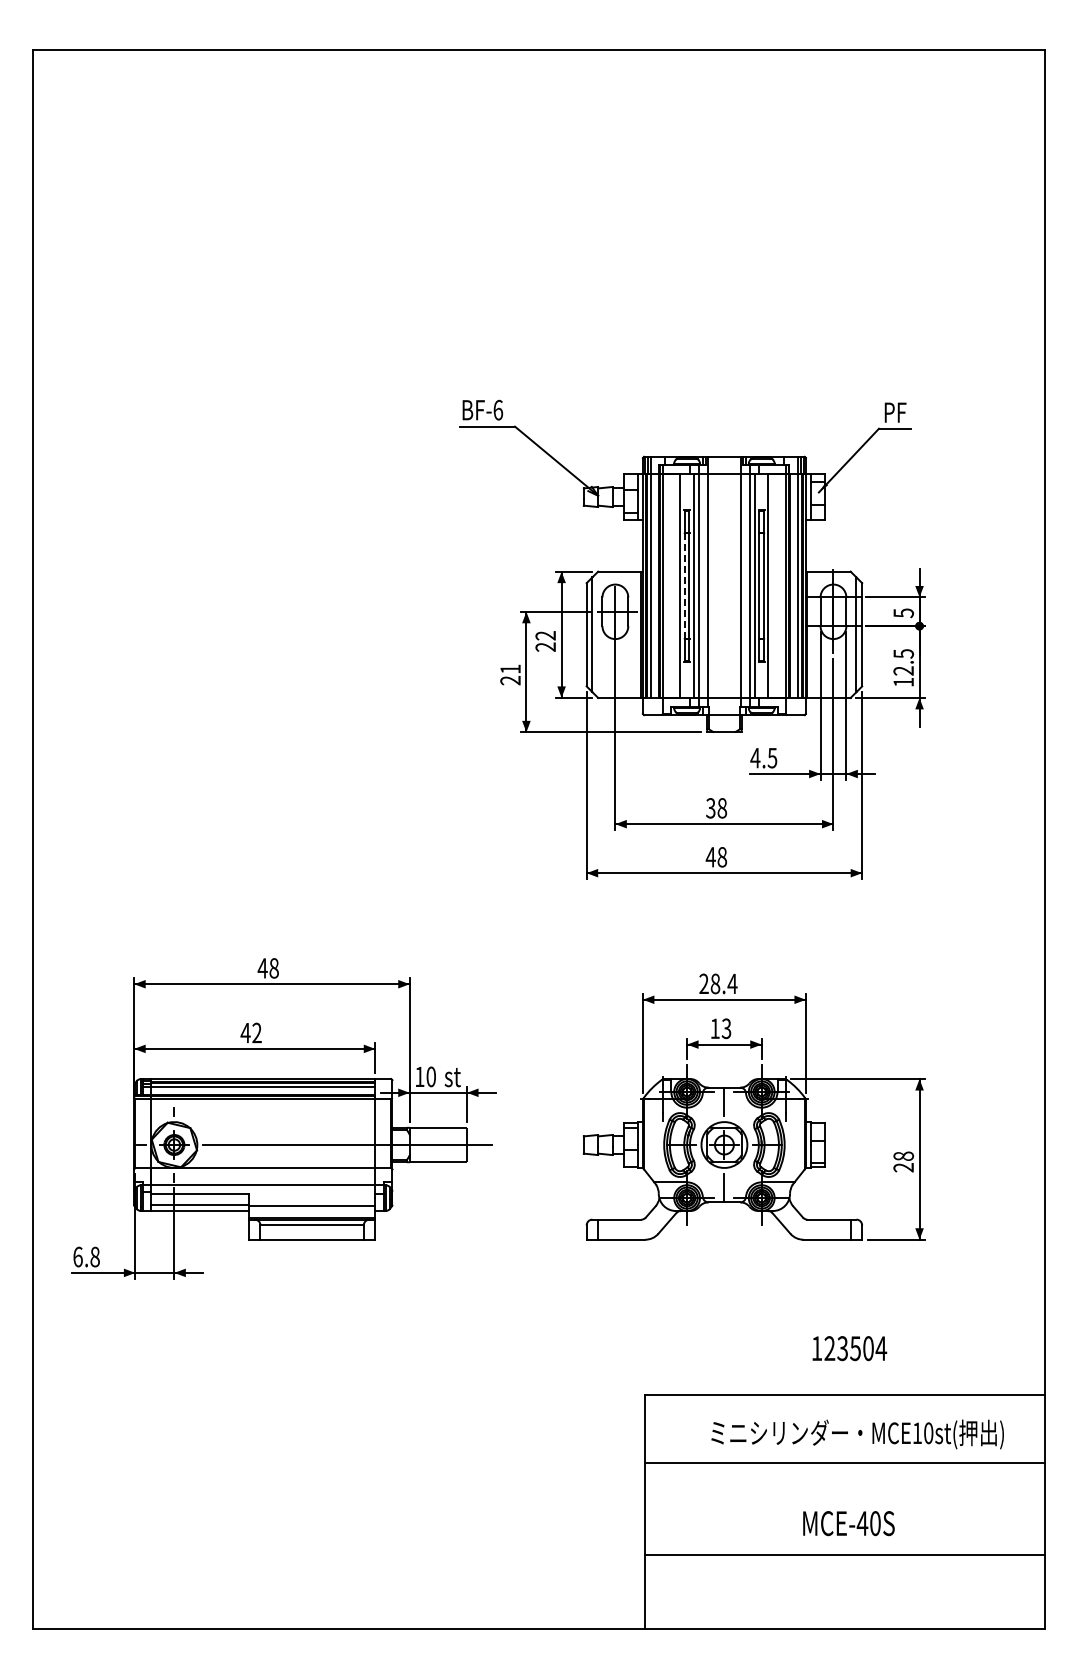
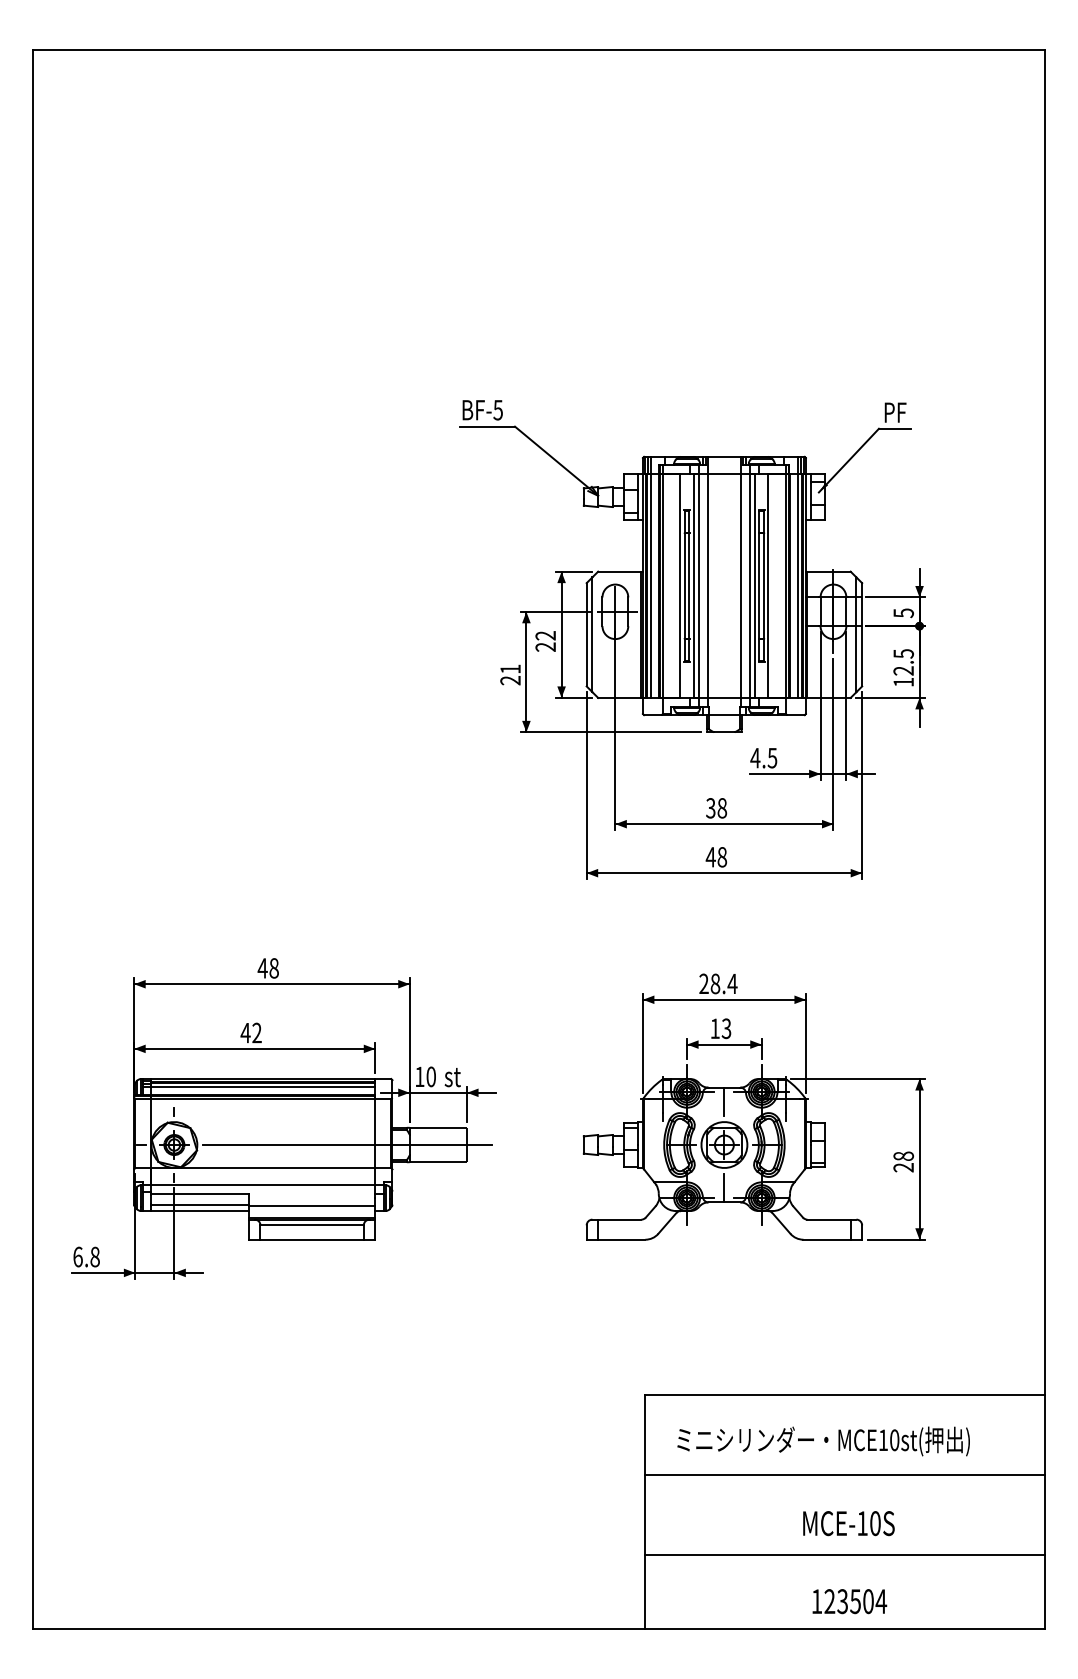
text at (498, 409): BF-6 -> BF-5
line at (684, 586): dashed -> solid
text at (849, 1348) position: (849, 1348) -> (849, 1601)
text at (857, 1434) position: (857, 1434) -> (823, 1441)
line at (845, 1463) position: (845, 1463) -> (845, 1475)
text at (862, 1523): MCE-40S -> MCE-10S
